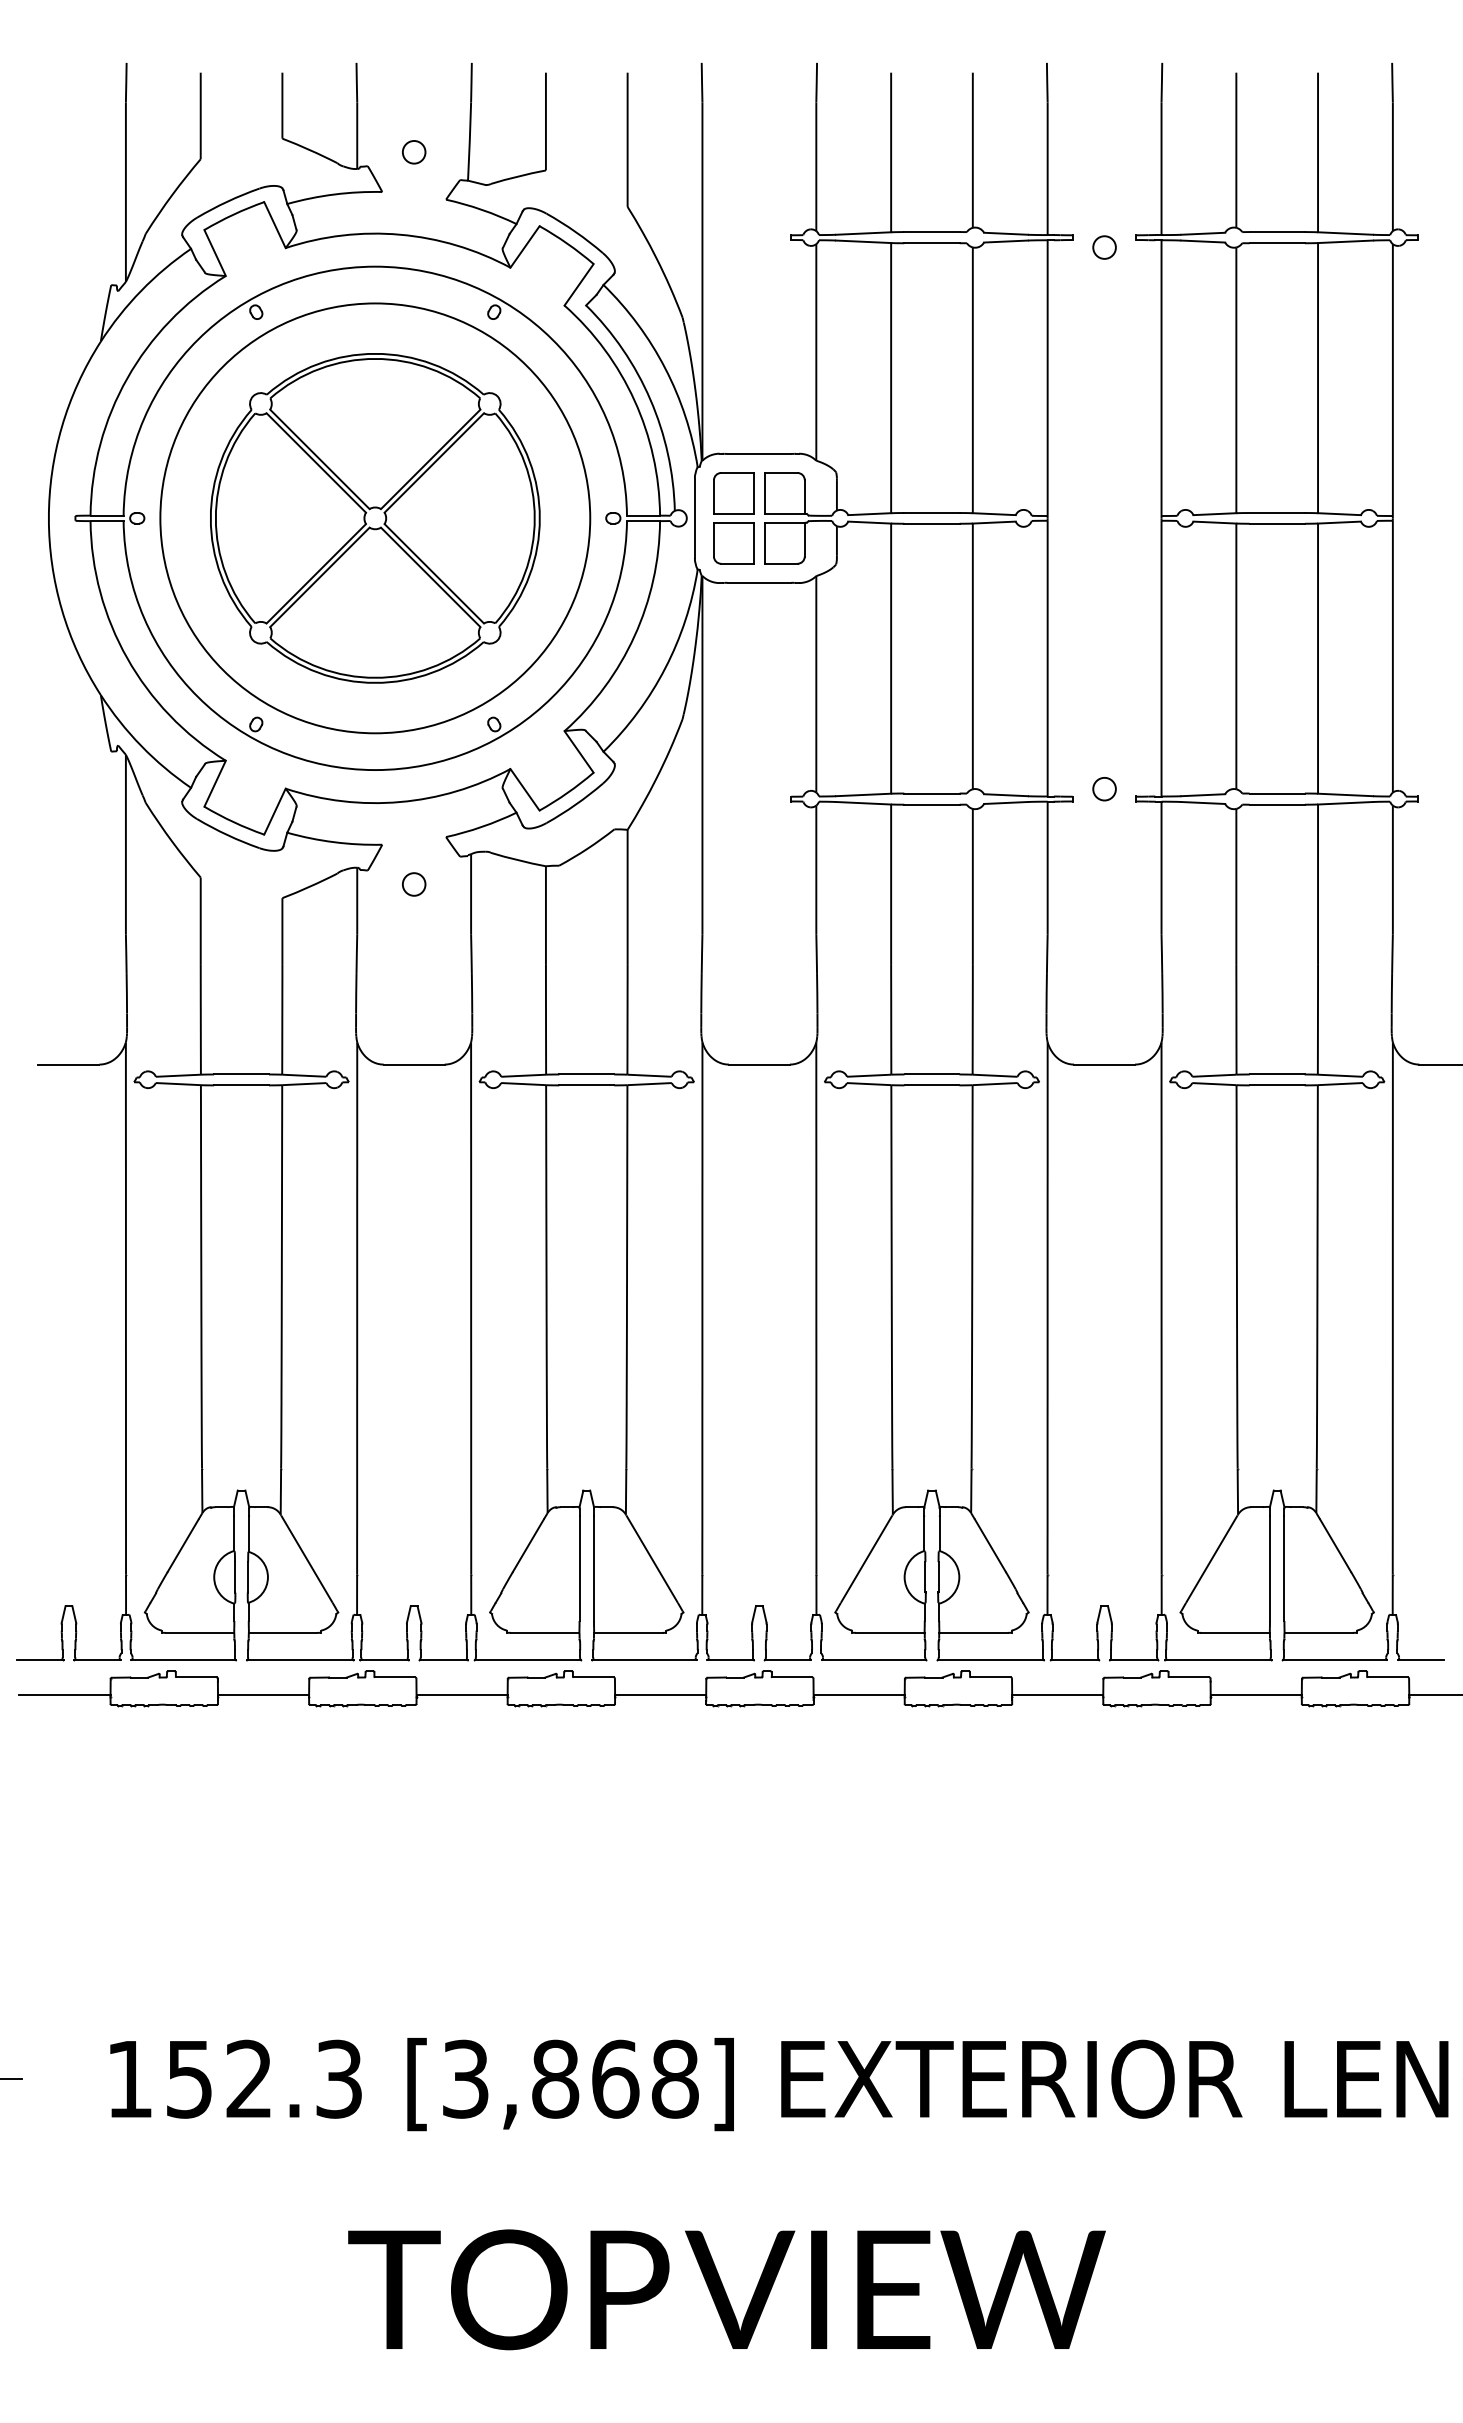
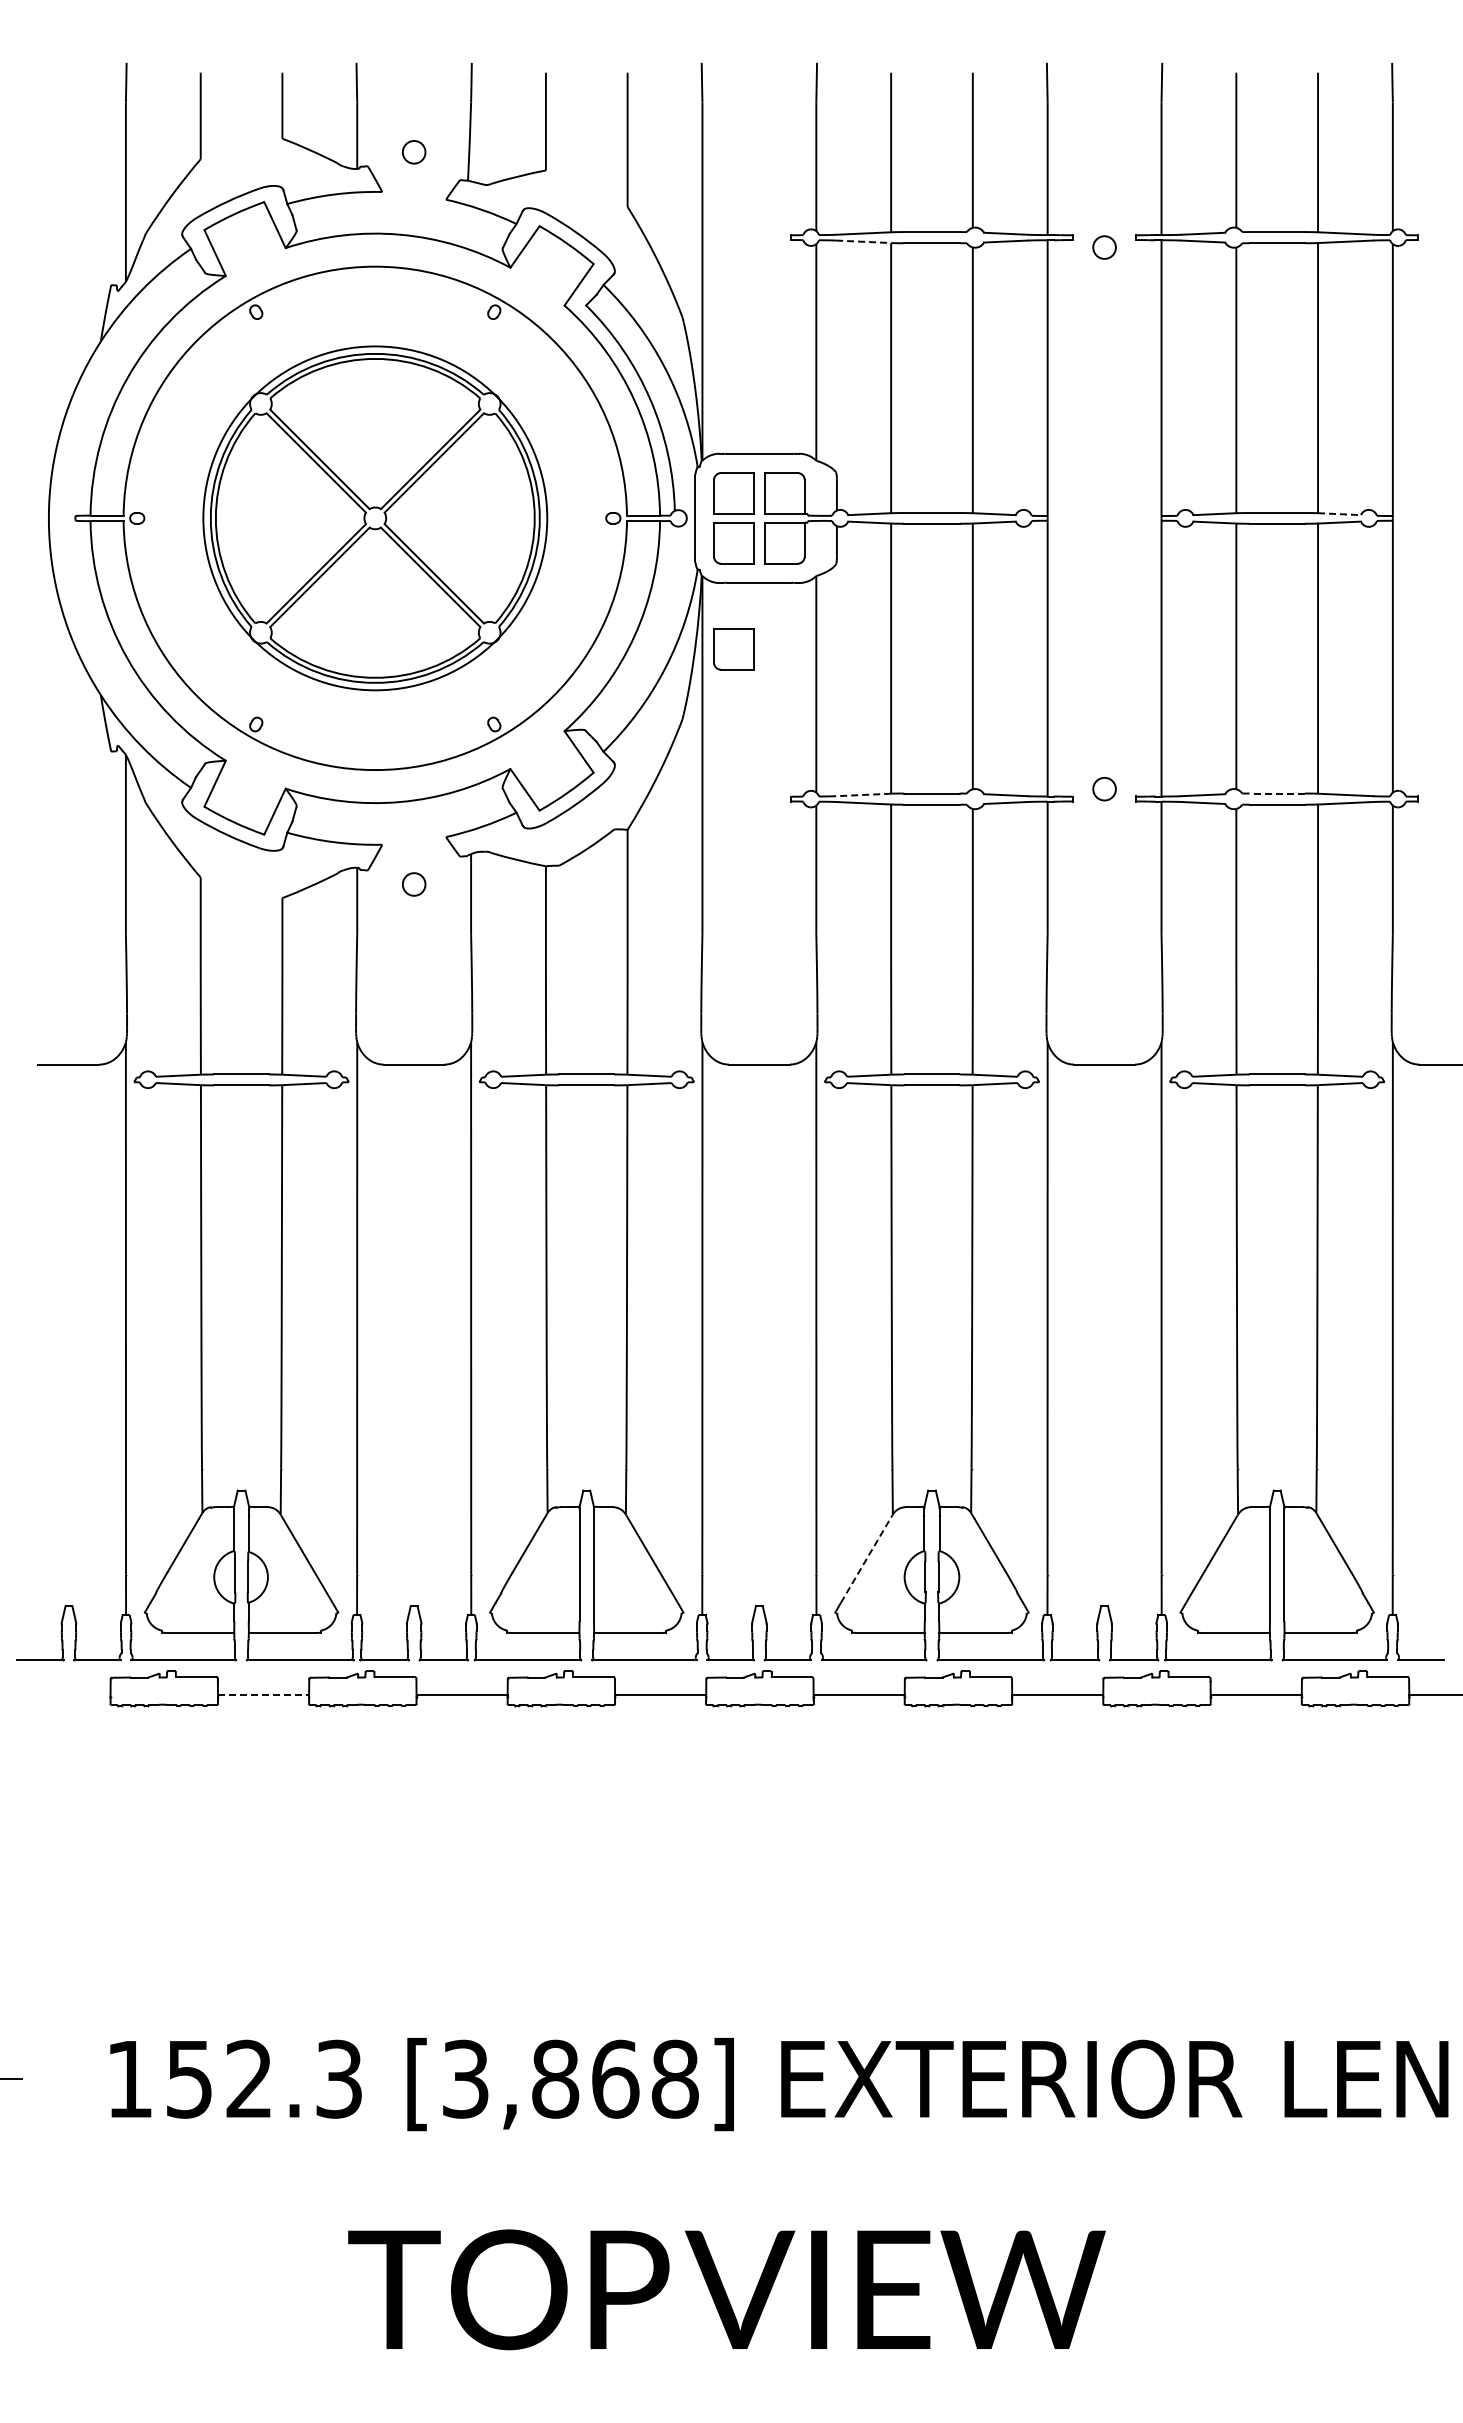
line at (863, 241): solid -> dashed
line at (1339, 514): solid -> dashed
circle at (375, 518) diameter: 430 px -> 344 px
part at (733, 649): none -> present
line at (1277, 793): solid -> dashed
line at (863, 794): solid -> dashed
line at (867, 1558): solid -> dashed
line at (64, 1694): present -> none
line at (263, 1694): solid -> dashed
